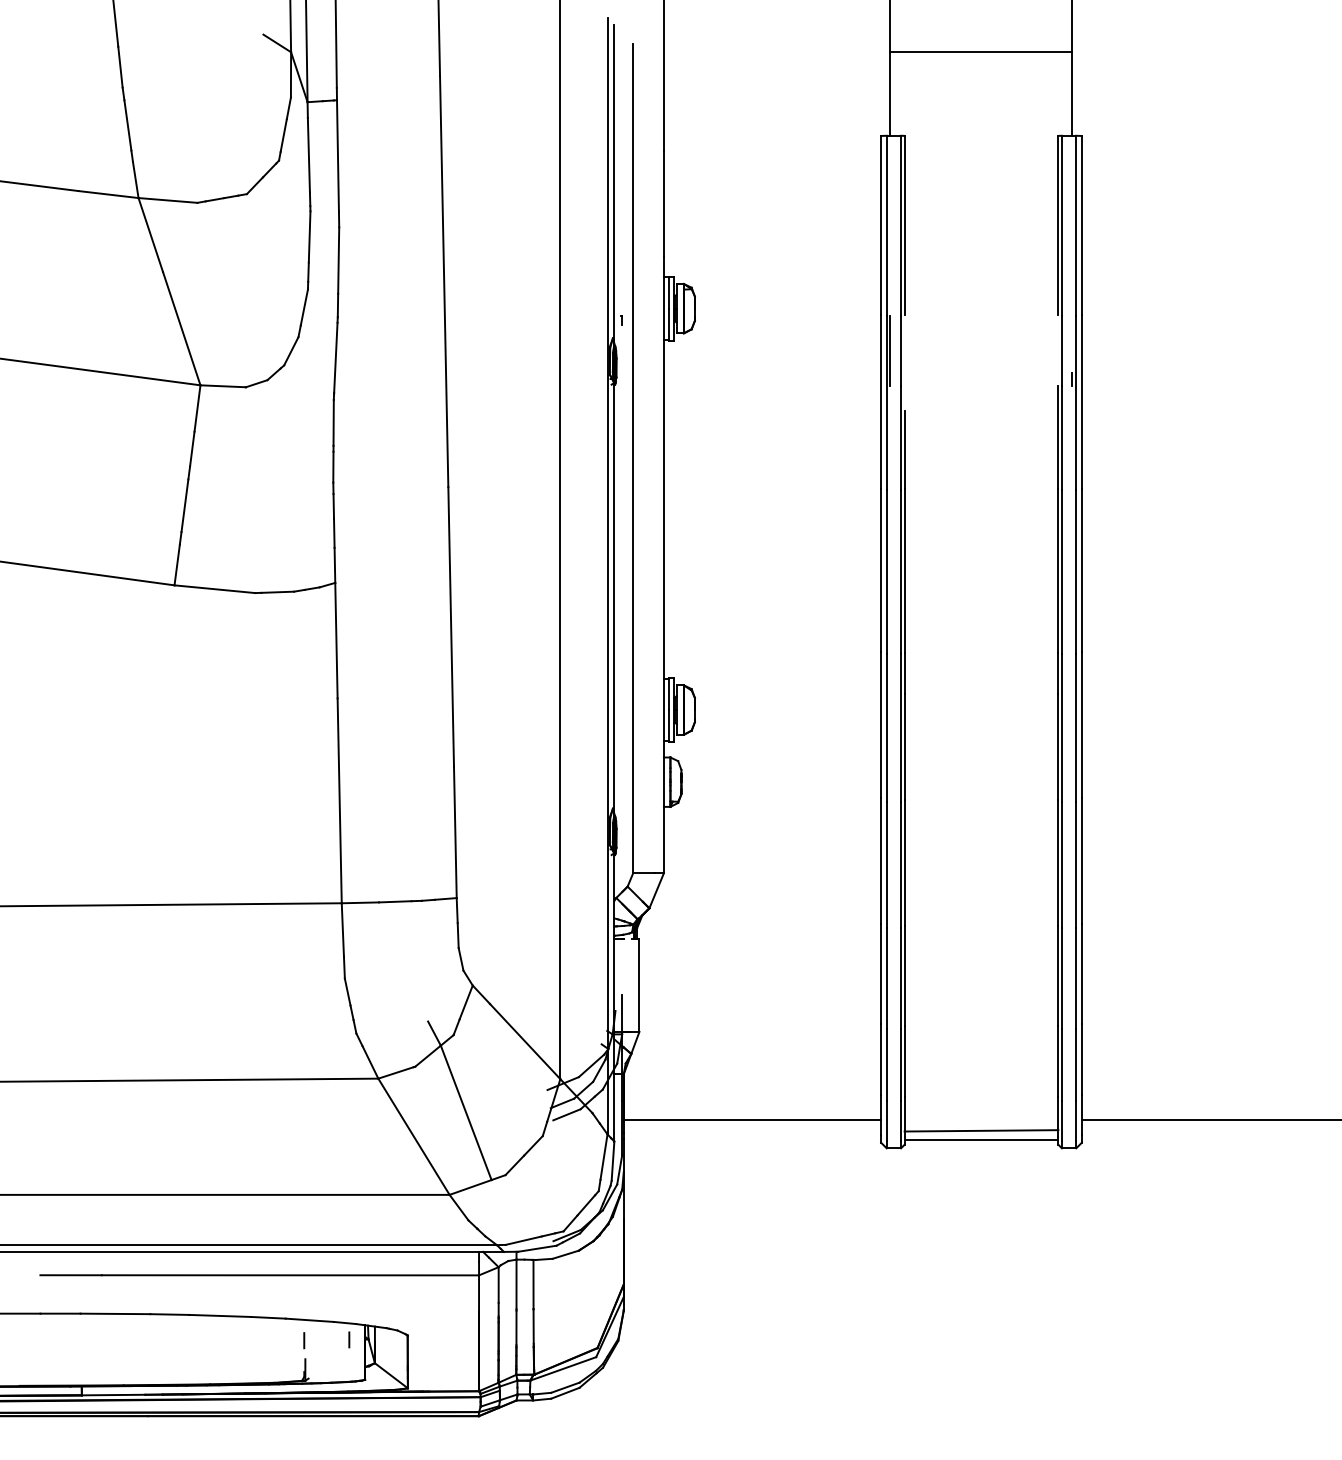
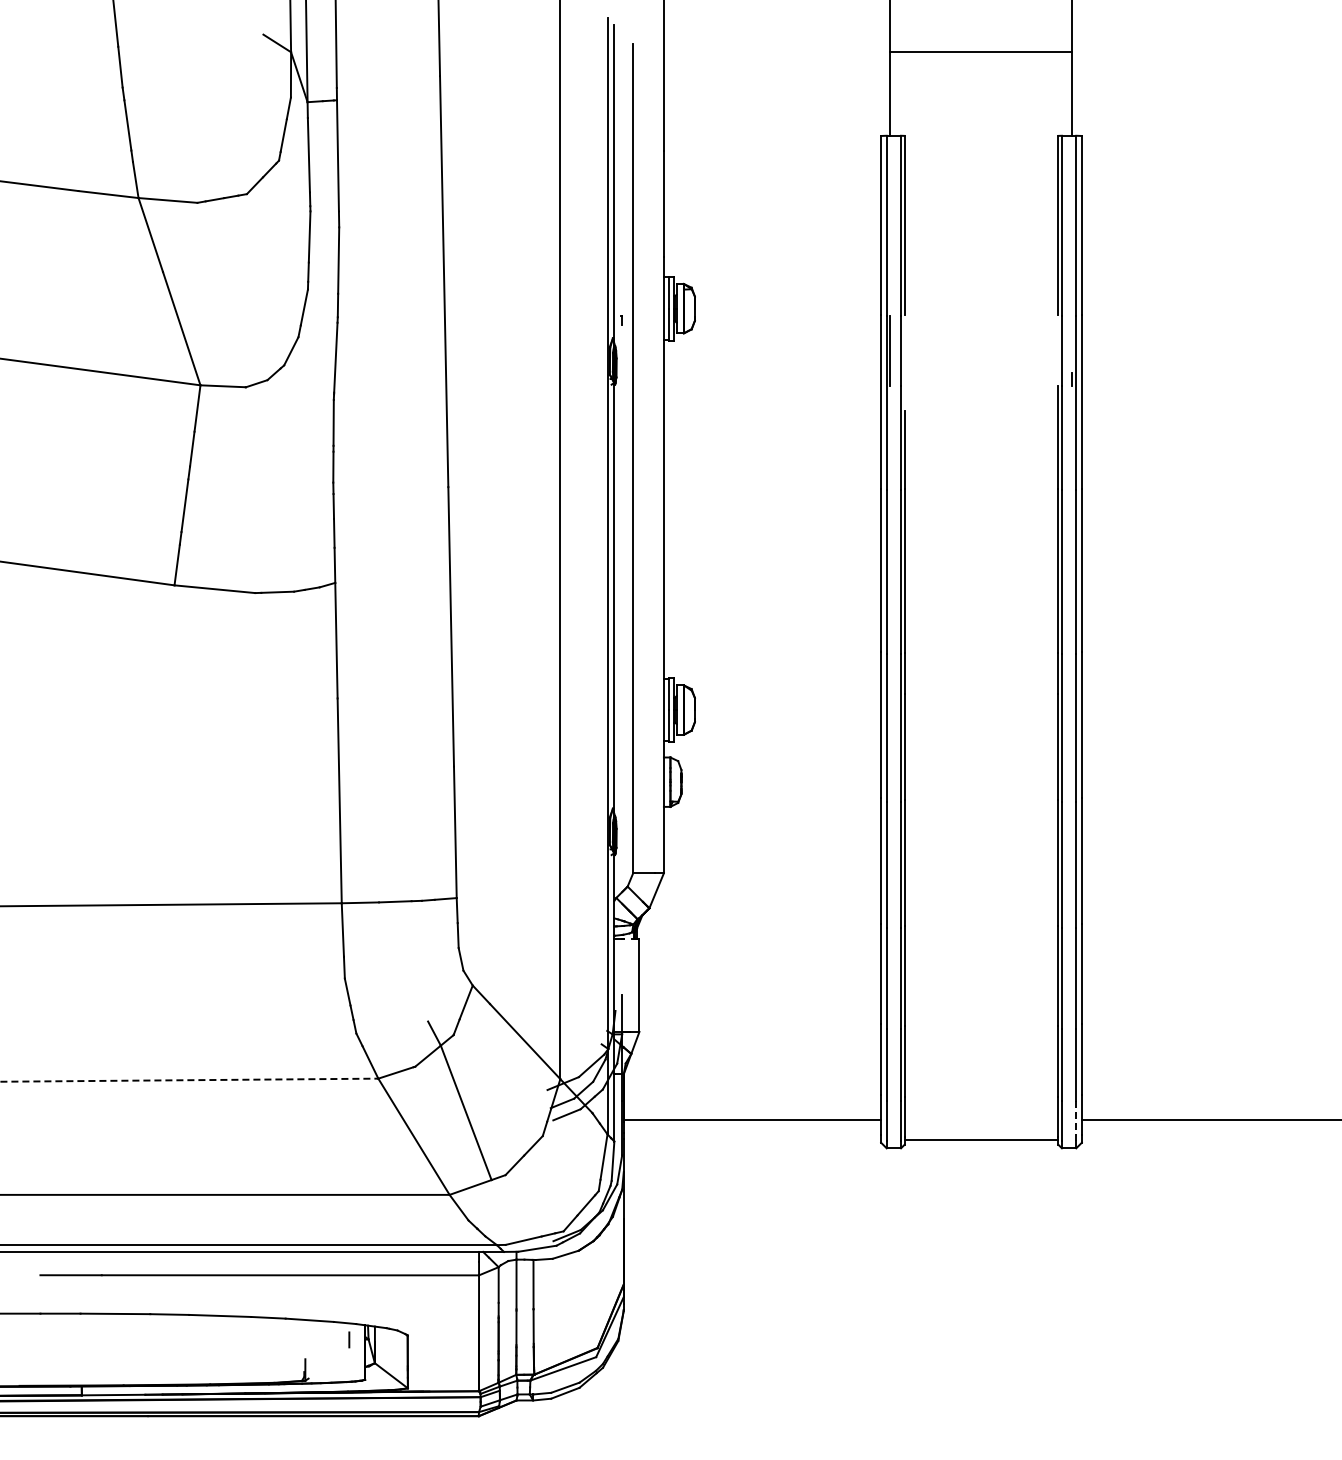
line at (189, 1080): solid -> dashed
line at (1076, 1121): solid -> dashed
line at (981, 1130): present -> none
line at (304, 1340): present -> none
